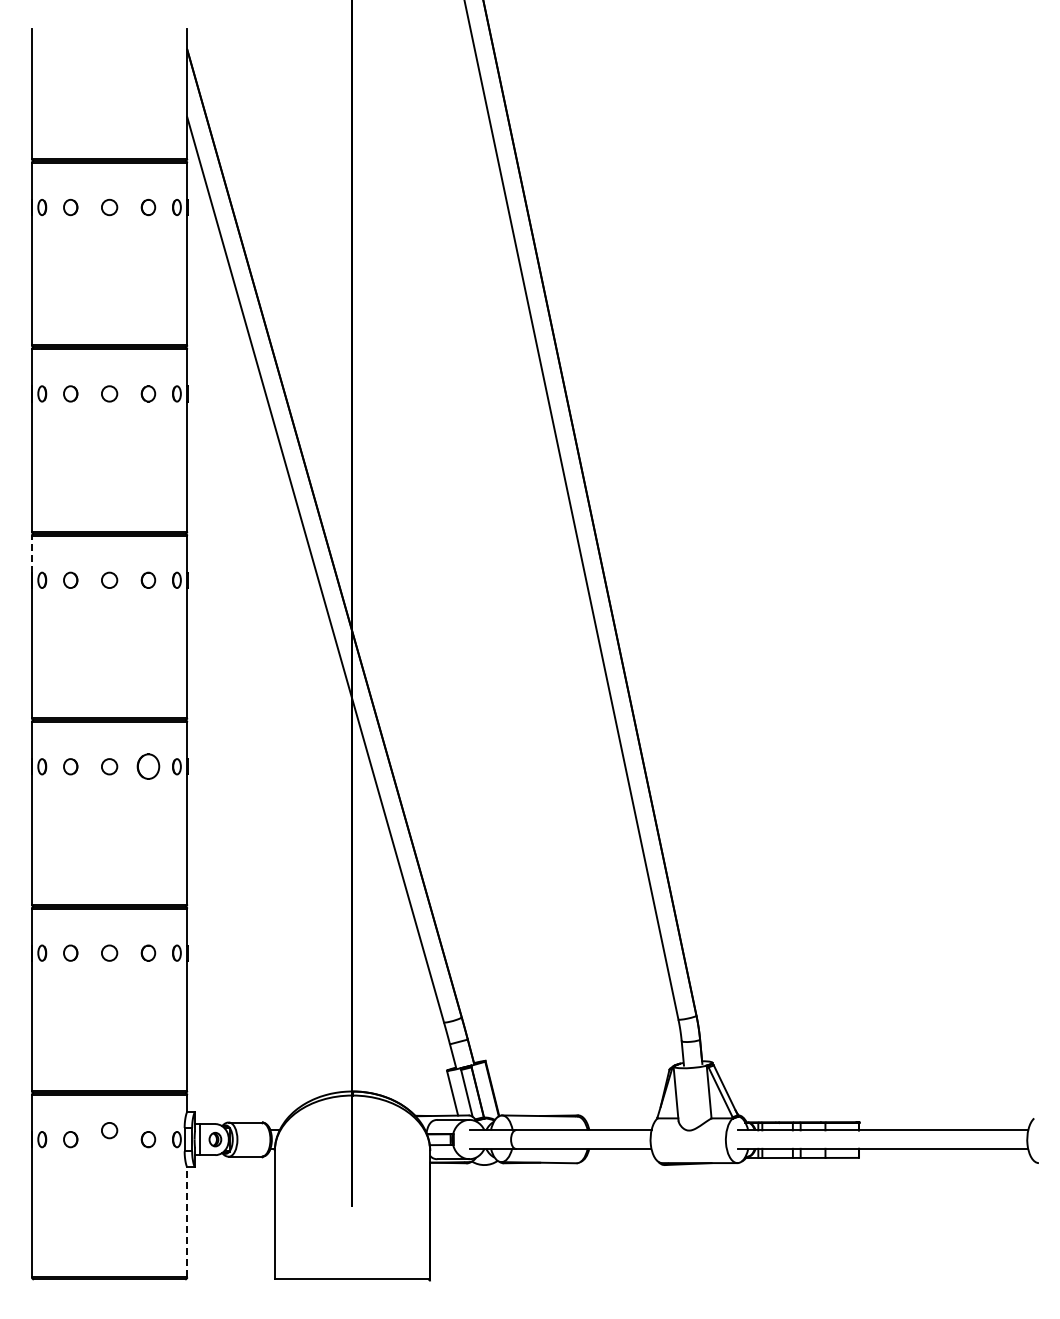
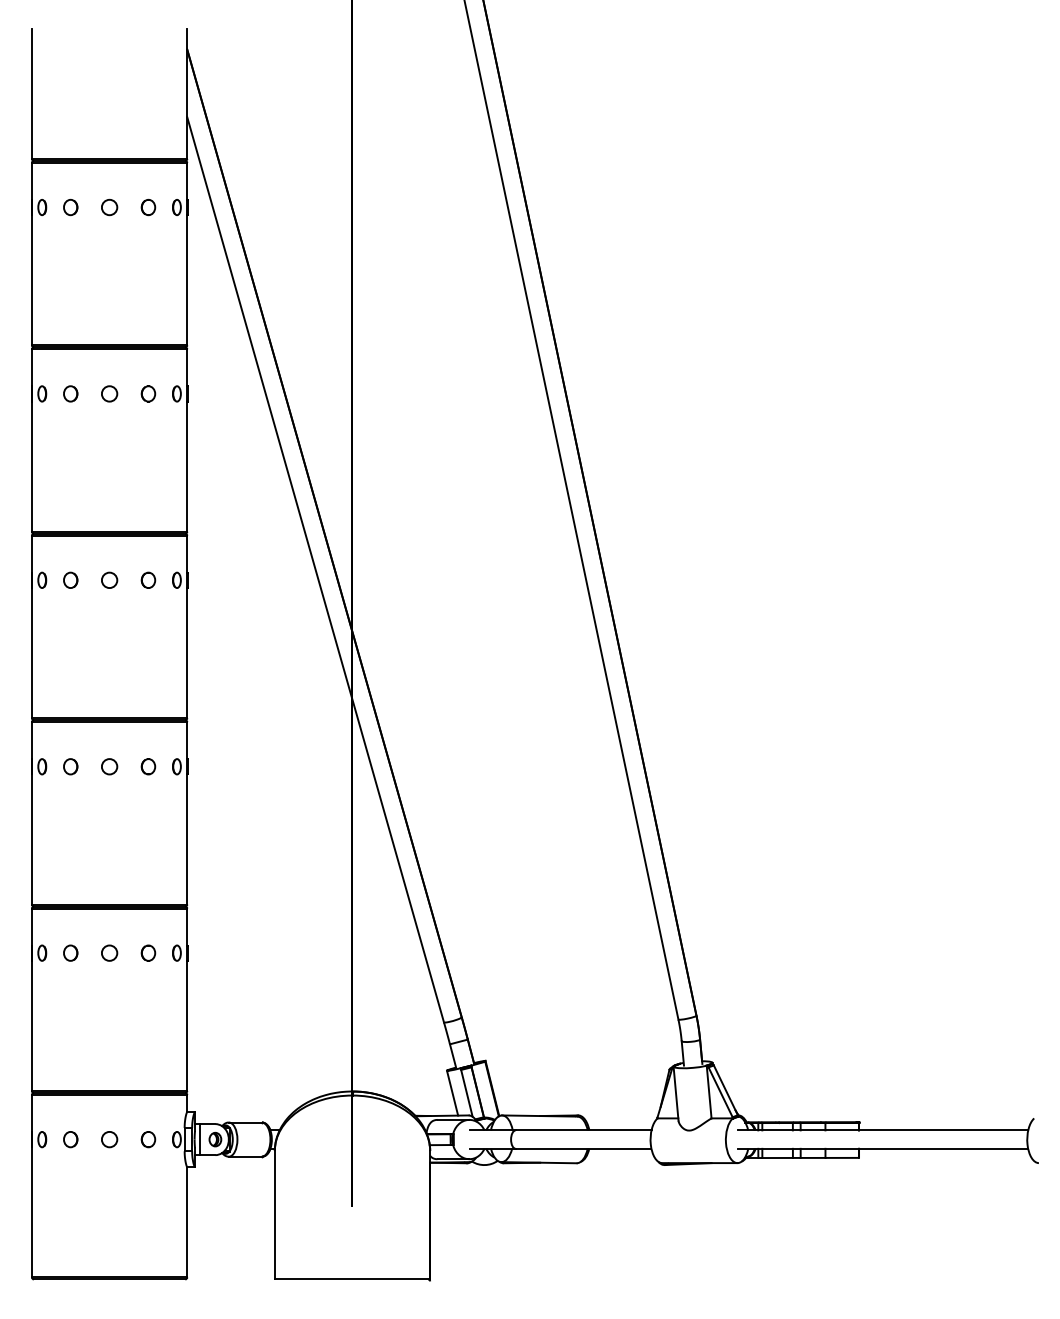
line at (31, 553): dashed -> solid
part at (148, 766) size: 25x27 px -> 17x18 px
circle at (109, 1130) position: (109, 1130) -> (109, 1139)
line at (187, 1221): dashed -> solid
